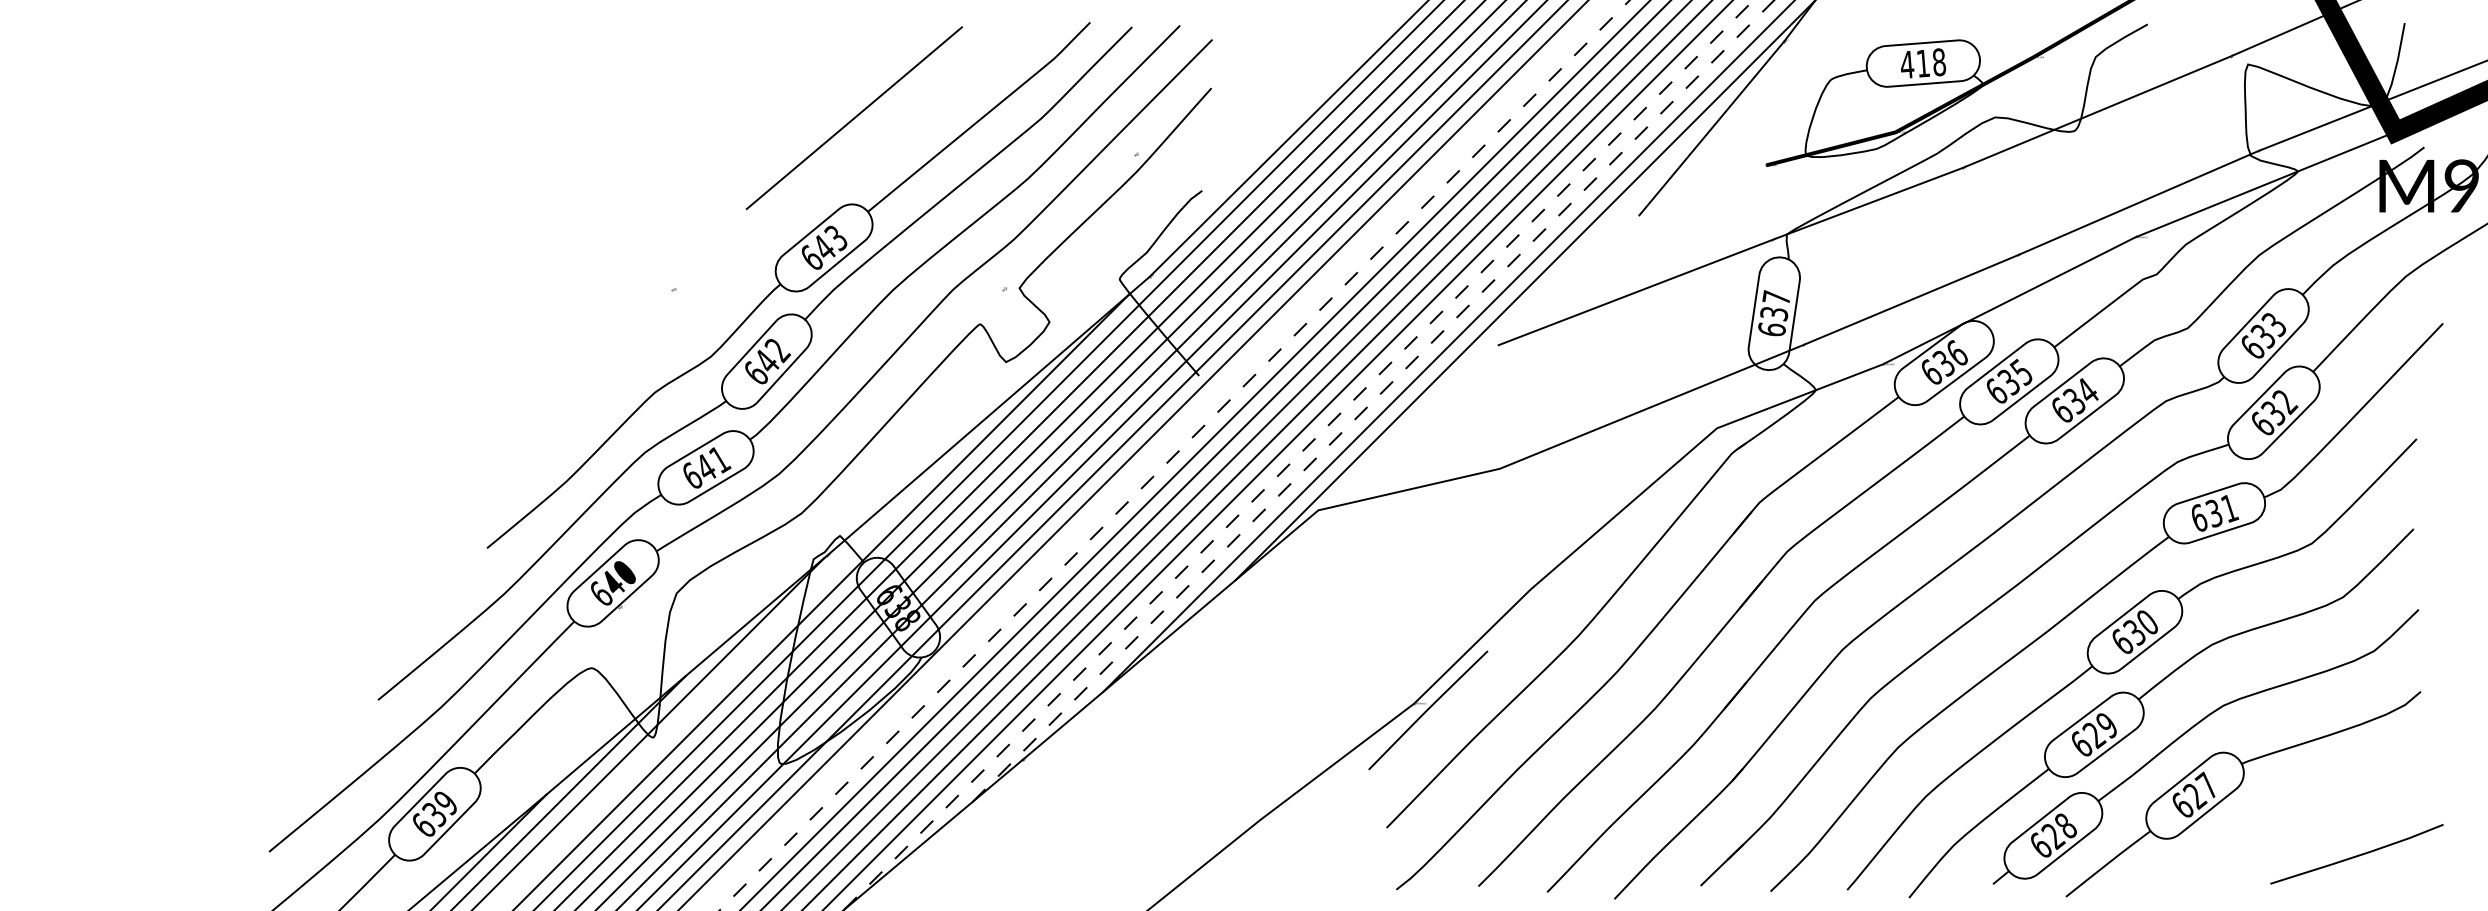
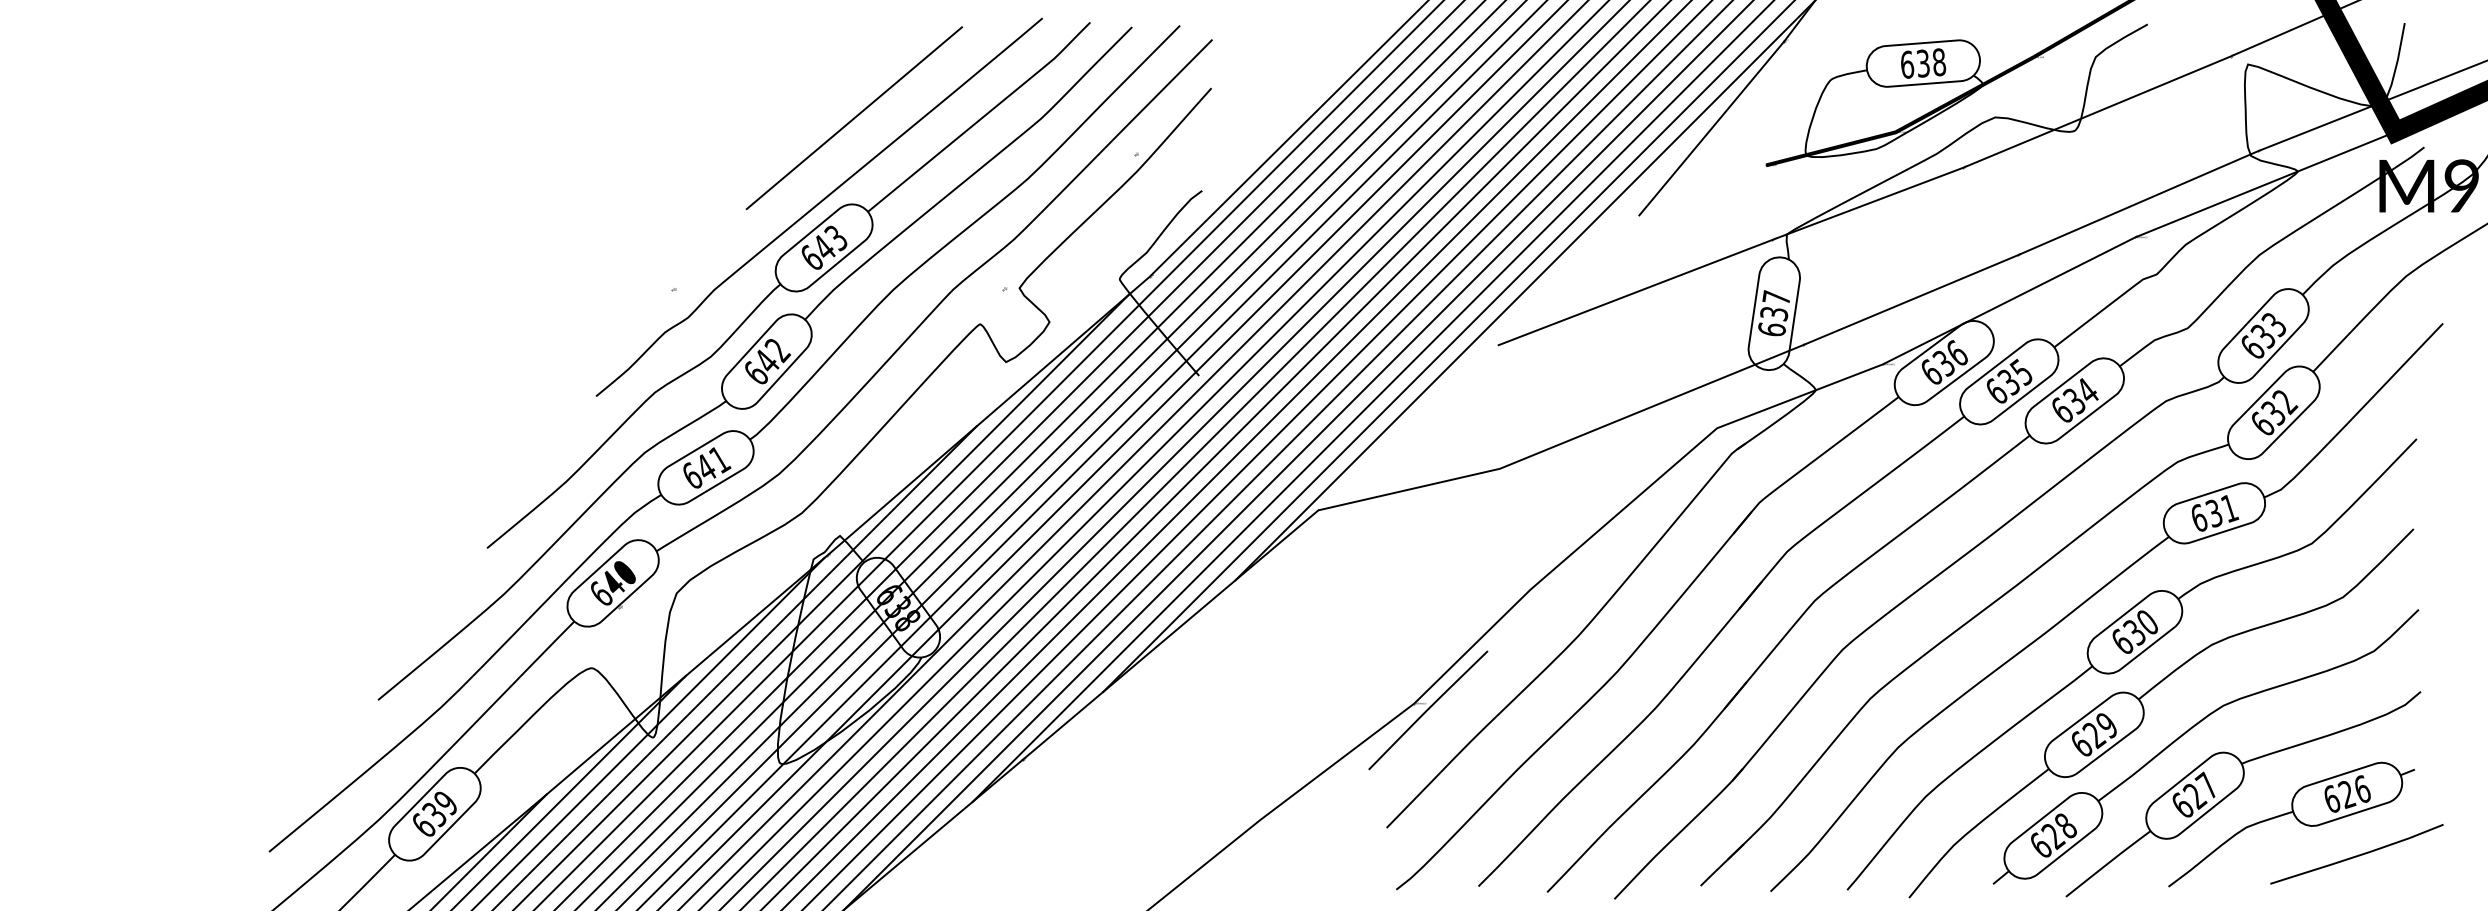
text at (1915, 63): 418 -> 638
curve at (818, 205): none -> present
line at (1373, 401): dashed -> solid
line at (1154, 454): none -> present
line at (1299, 454): dashed -> solid
line at (1174, 455): dashed -> solid
line at (735, 666): none -> present
part at (2296, 819): none -> present
